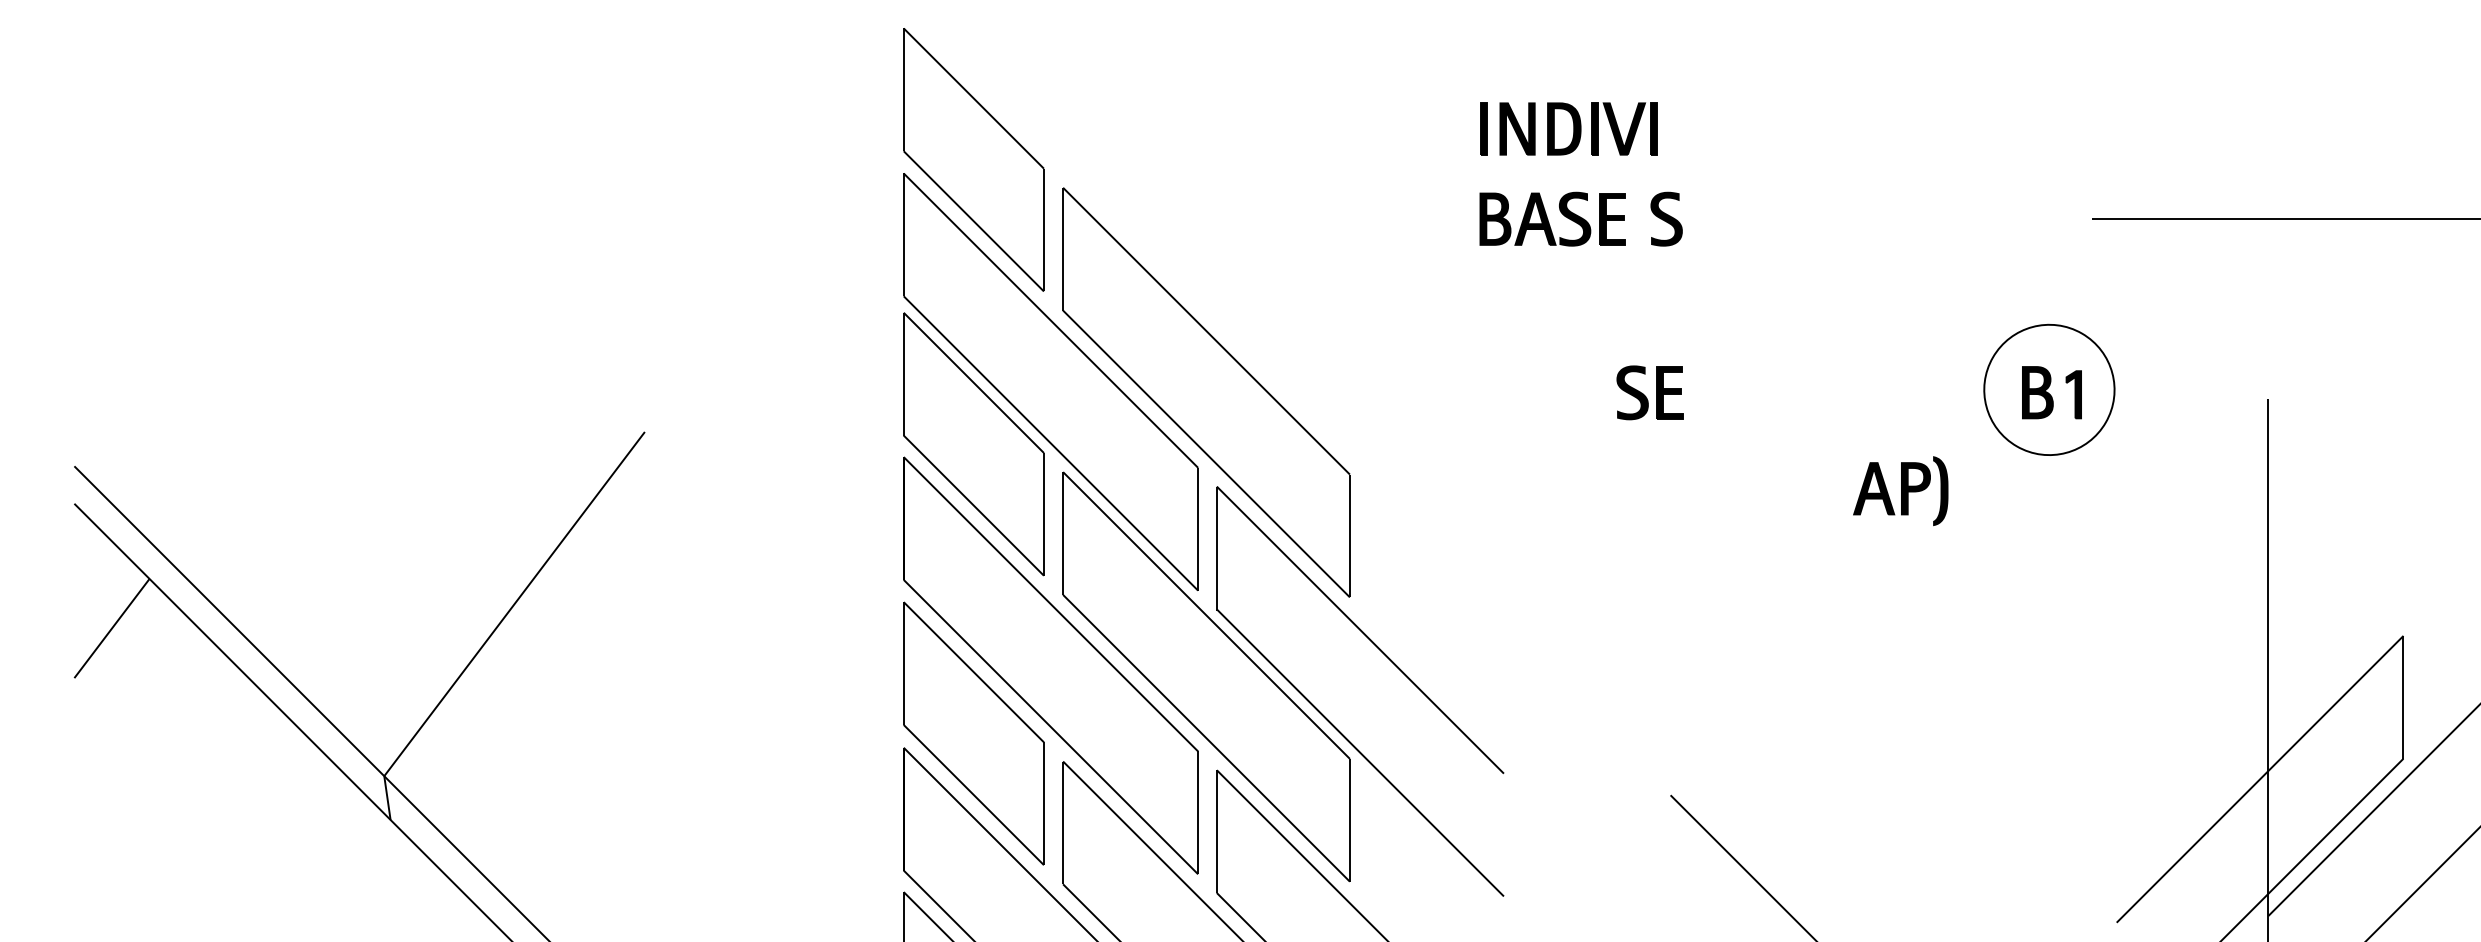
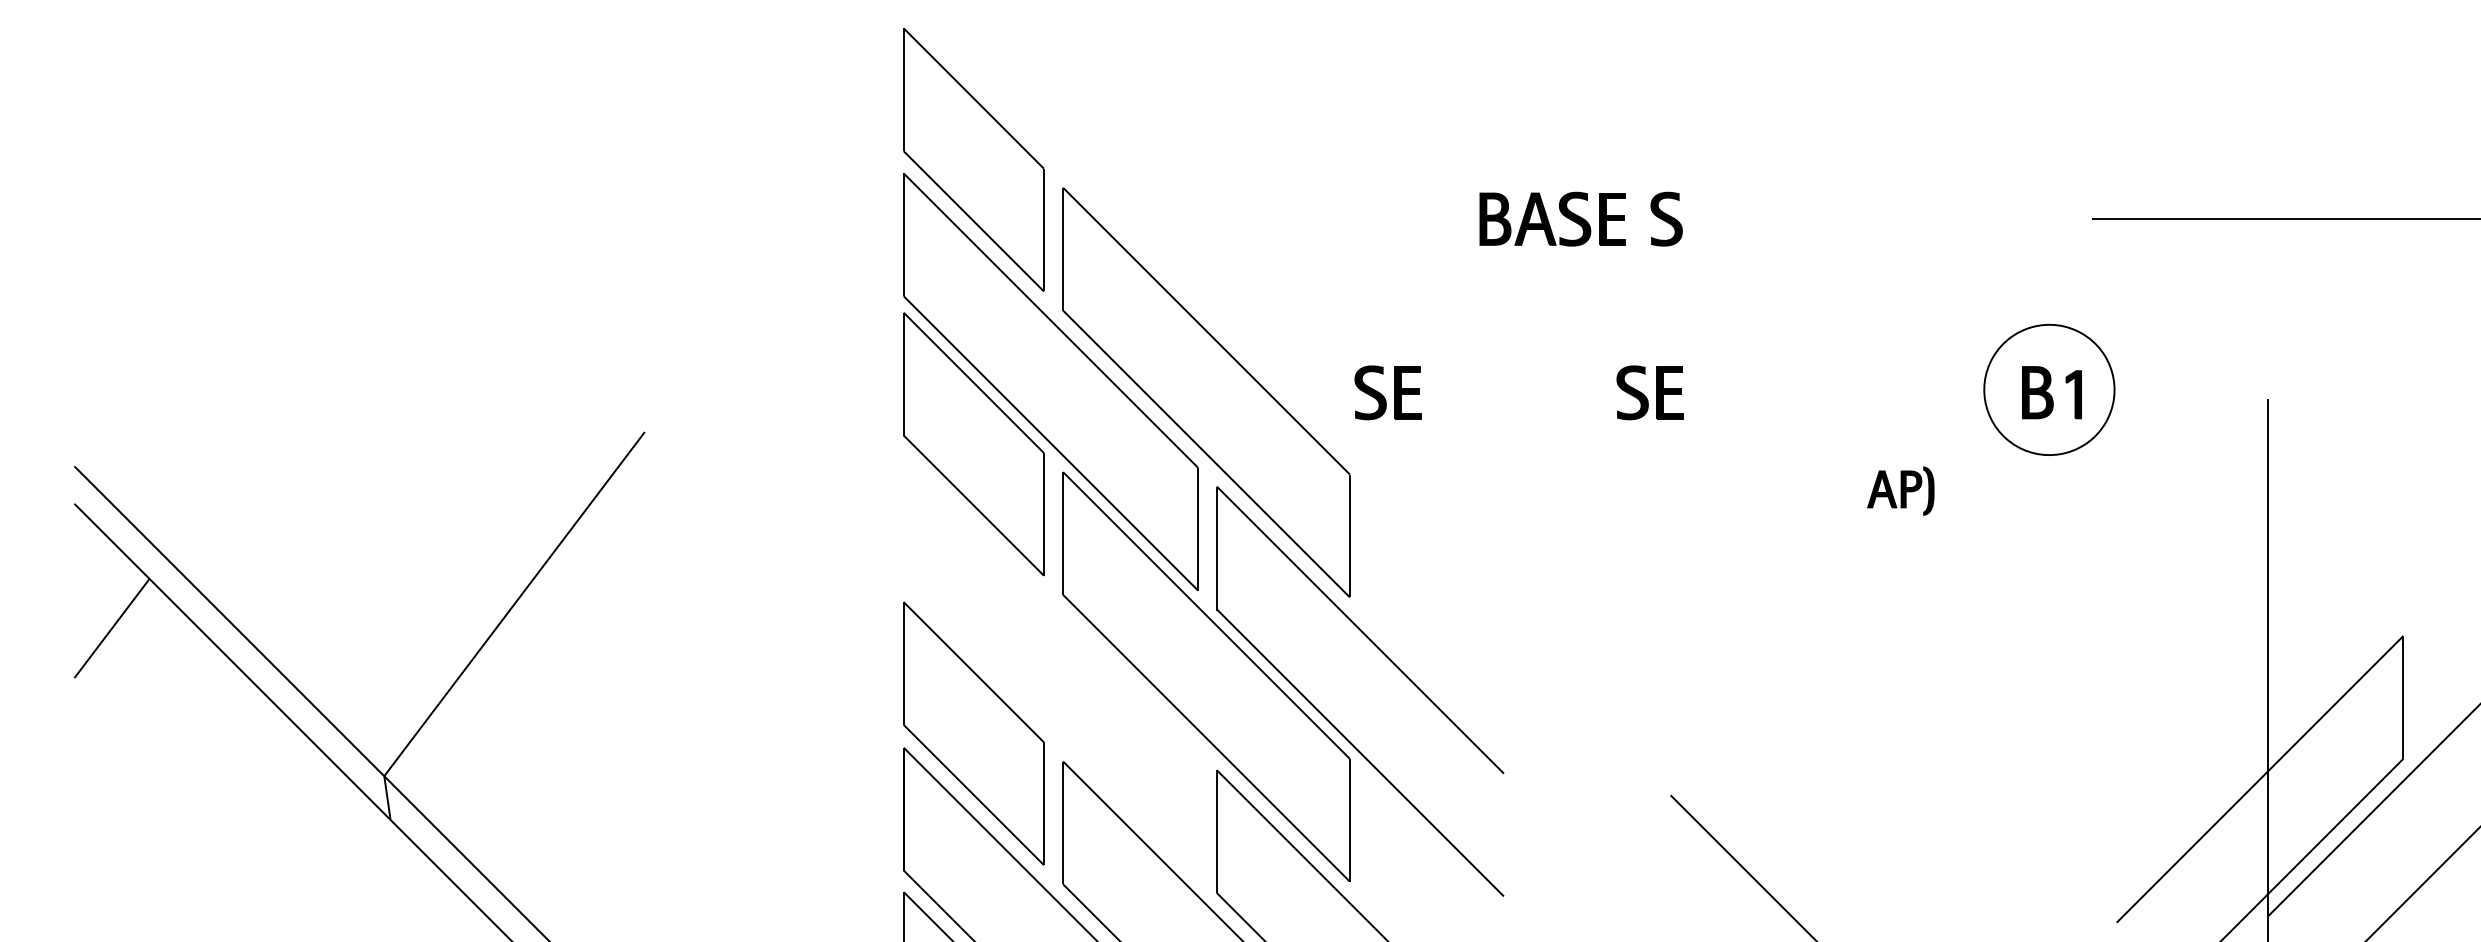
part at (1568, 128): present -> none
part at (1387, 392): none -> present
part at (1900, 490) size: 96x70 px -> 68x50 px
part at (1050, 665): present -> none
